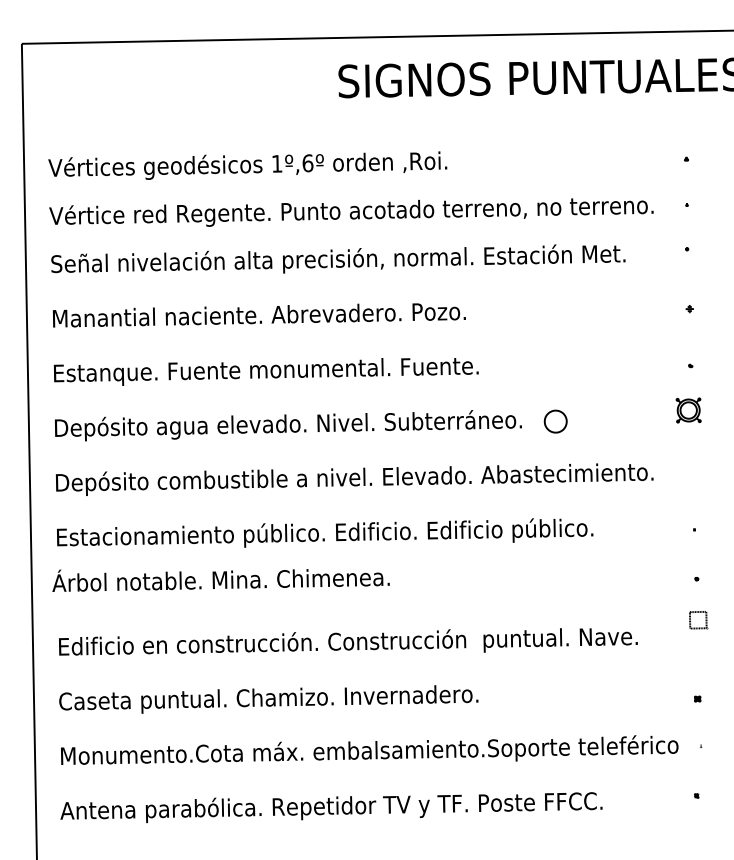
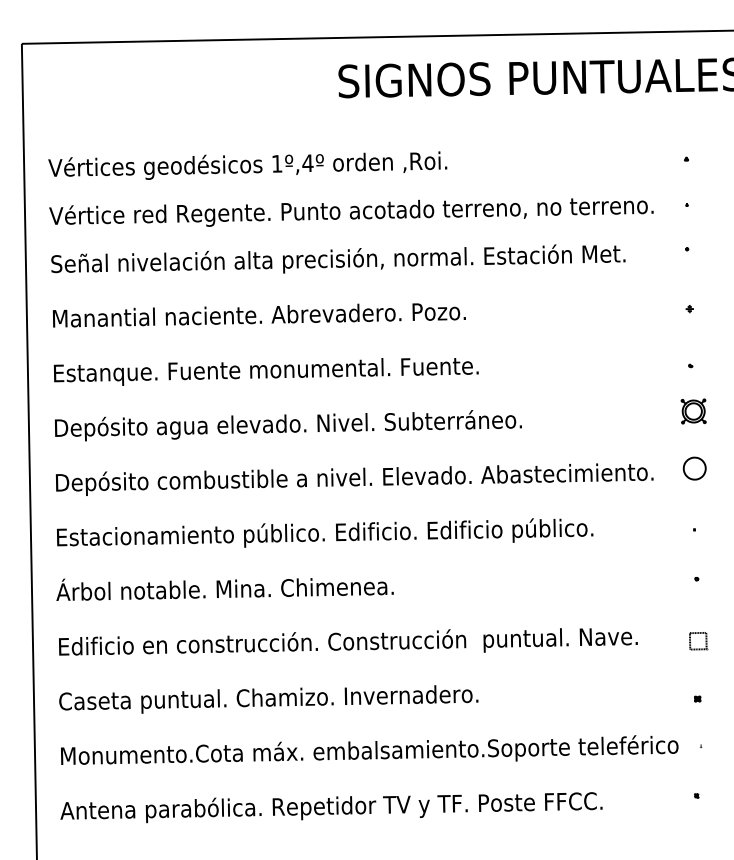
text at (307, 163): 1º,6º -> 1º,4º
part at (688, 410) position: (688, 410) -> (693, 411)
part at (555, 421) position: (555, 421) -> (694, 468)
text at (220, 580) position: (220, 580) -> (224, 589)
part at (698, 620) position: (698, 620) -> (698, 641)
